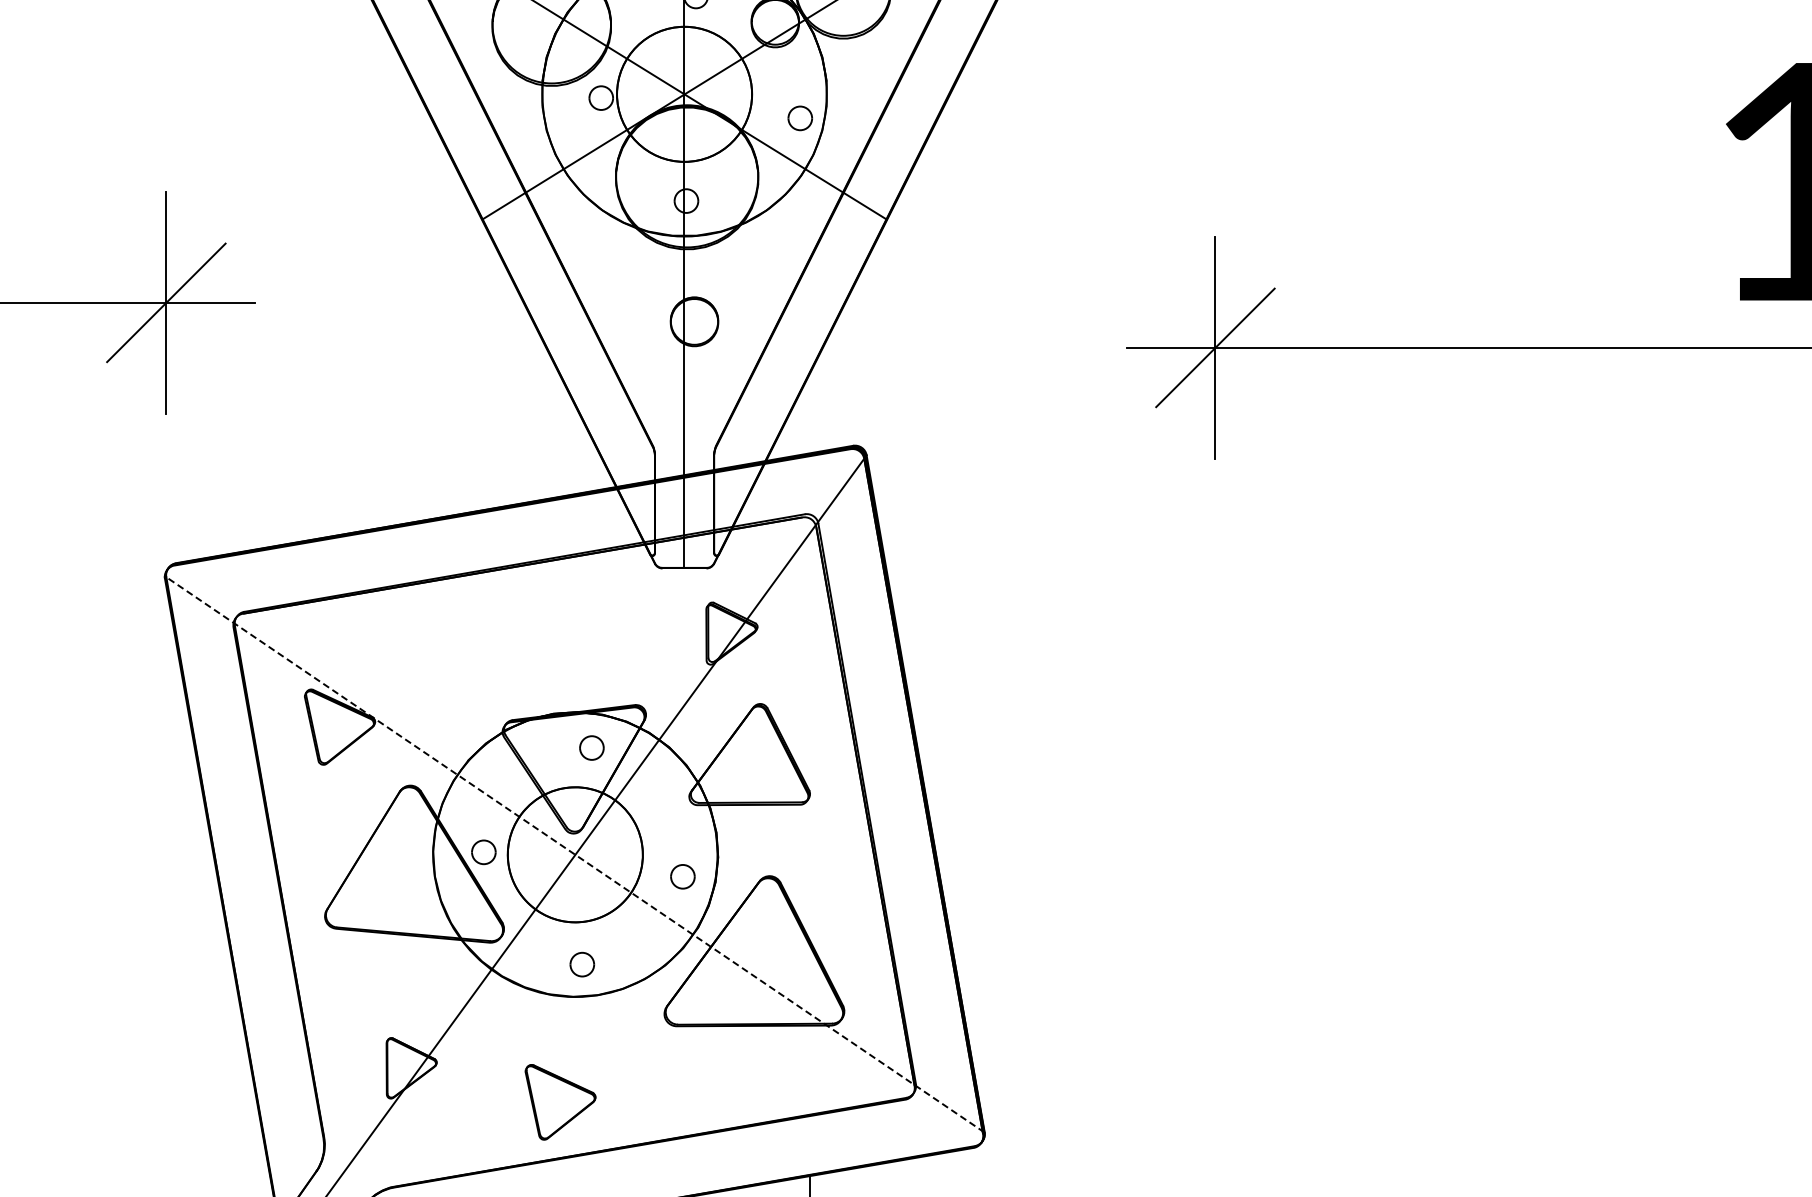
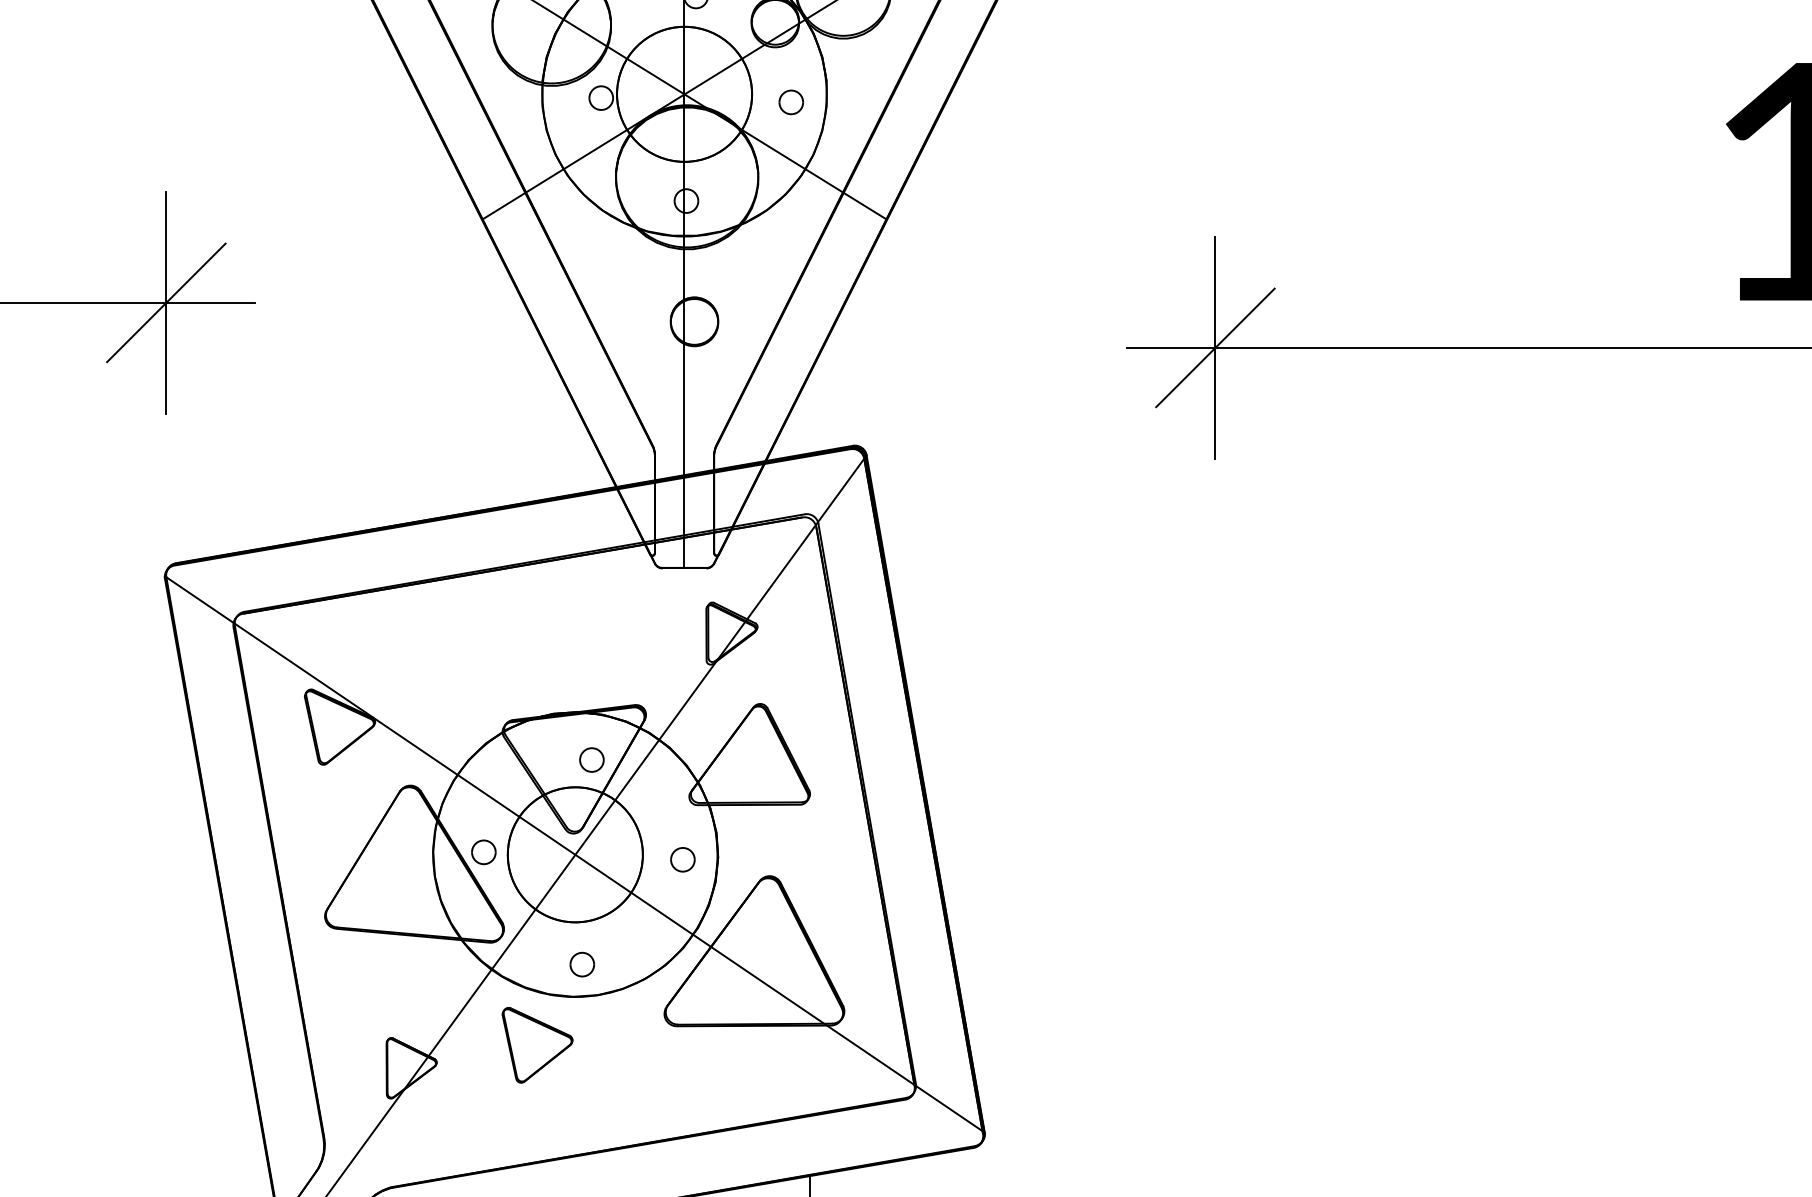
part at (799, 118) position: (799, 118) -> (790, 102)
part at (591, 747) position: (591, 747) -> (591, 759)
line at (574, 854): dashed -> solid
part at (682, 876) position: (682, 876) -> (682, 859)
part at (560, 1102) position: (560, 1102) -> (537, 1045)
